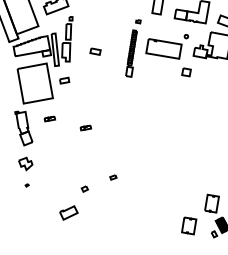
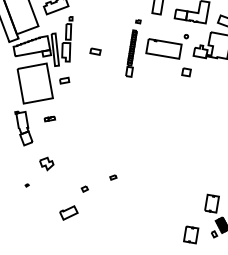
part at (85, 127): present -> none
part at (25, 163) position: (25, 163) -> (46, 163)
part at (189, 225) position: (189, 225) -> (191, 234)
